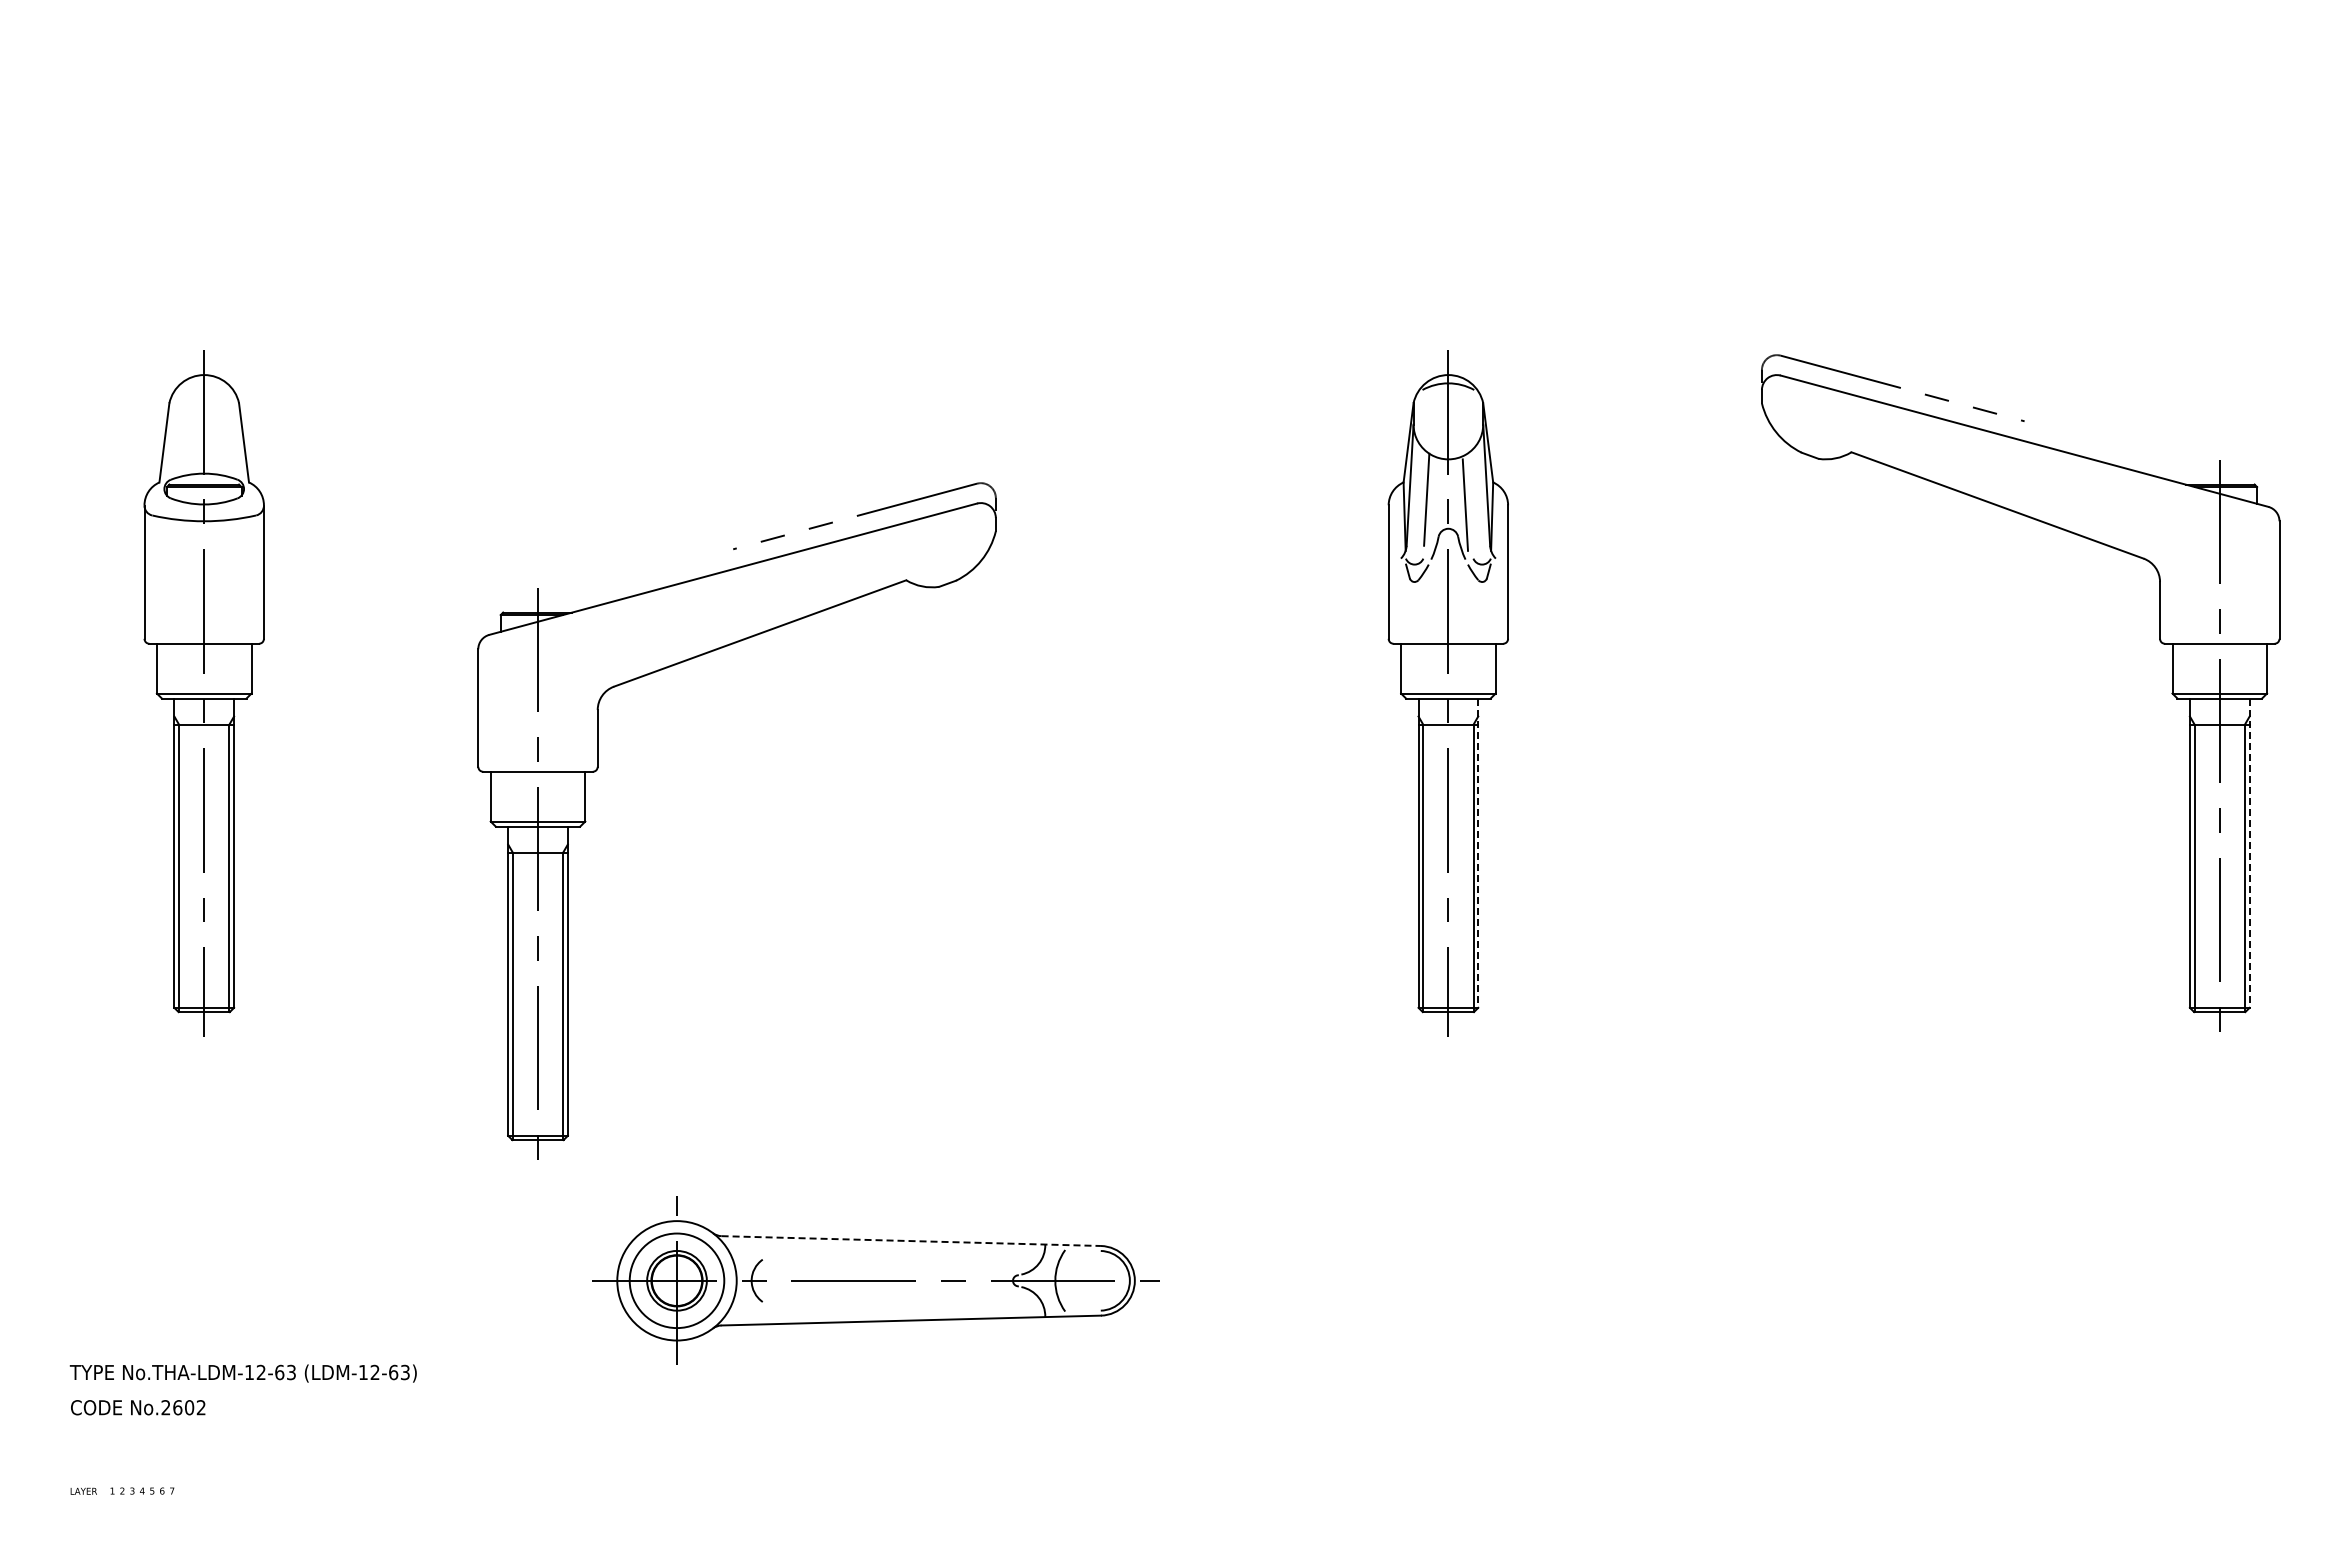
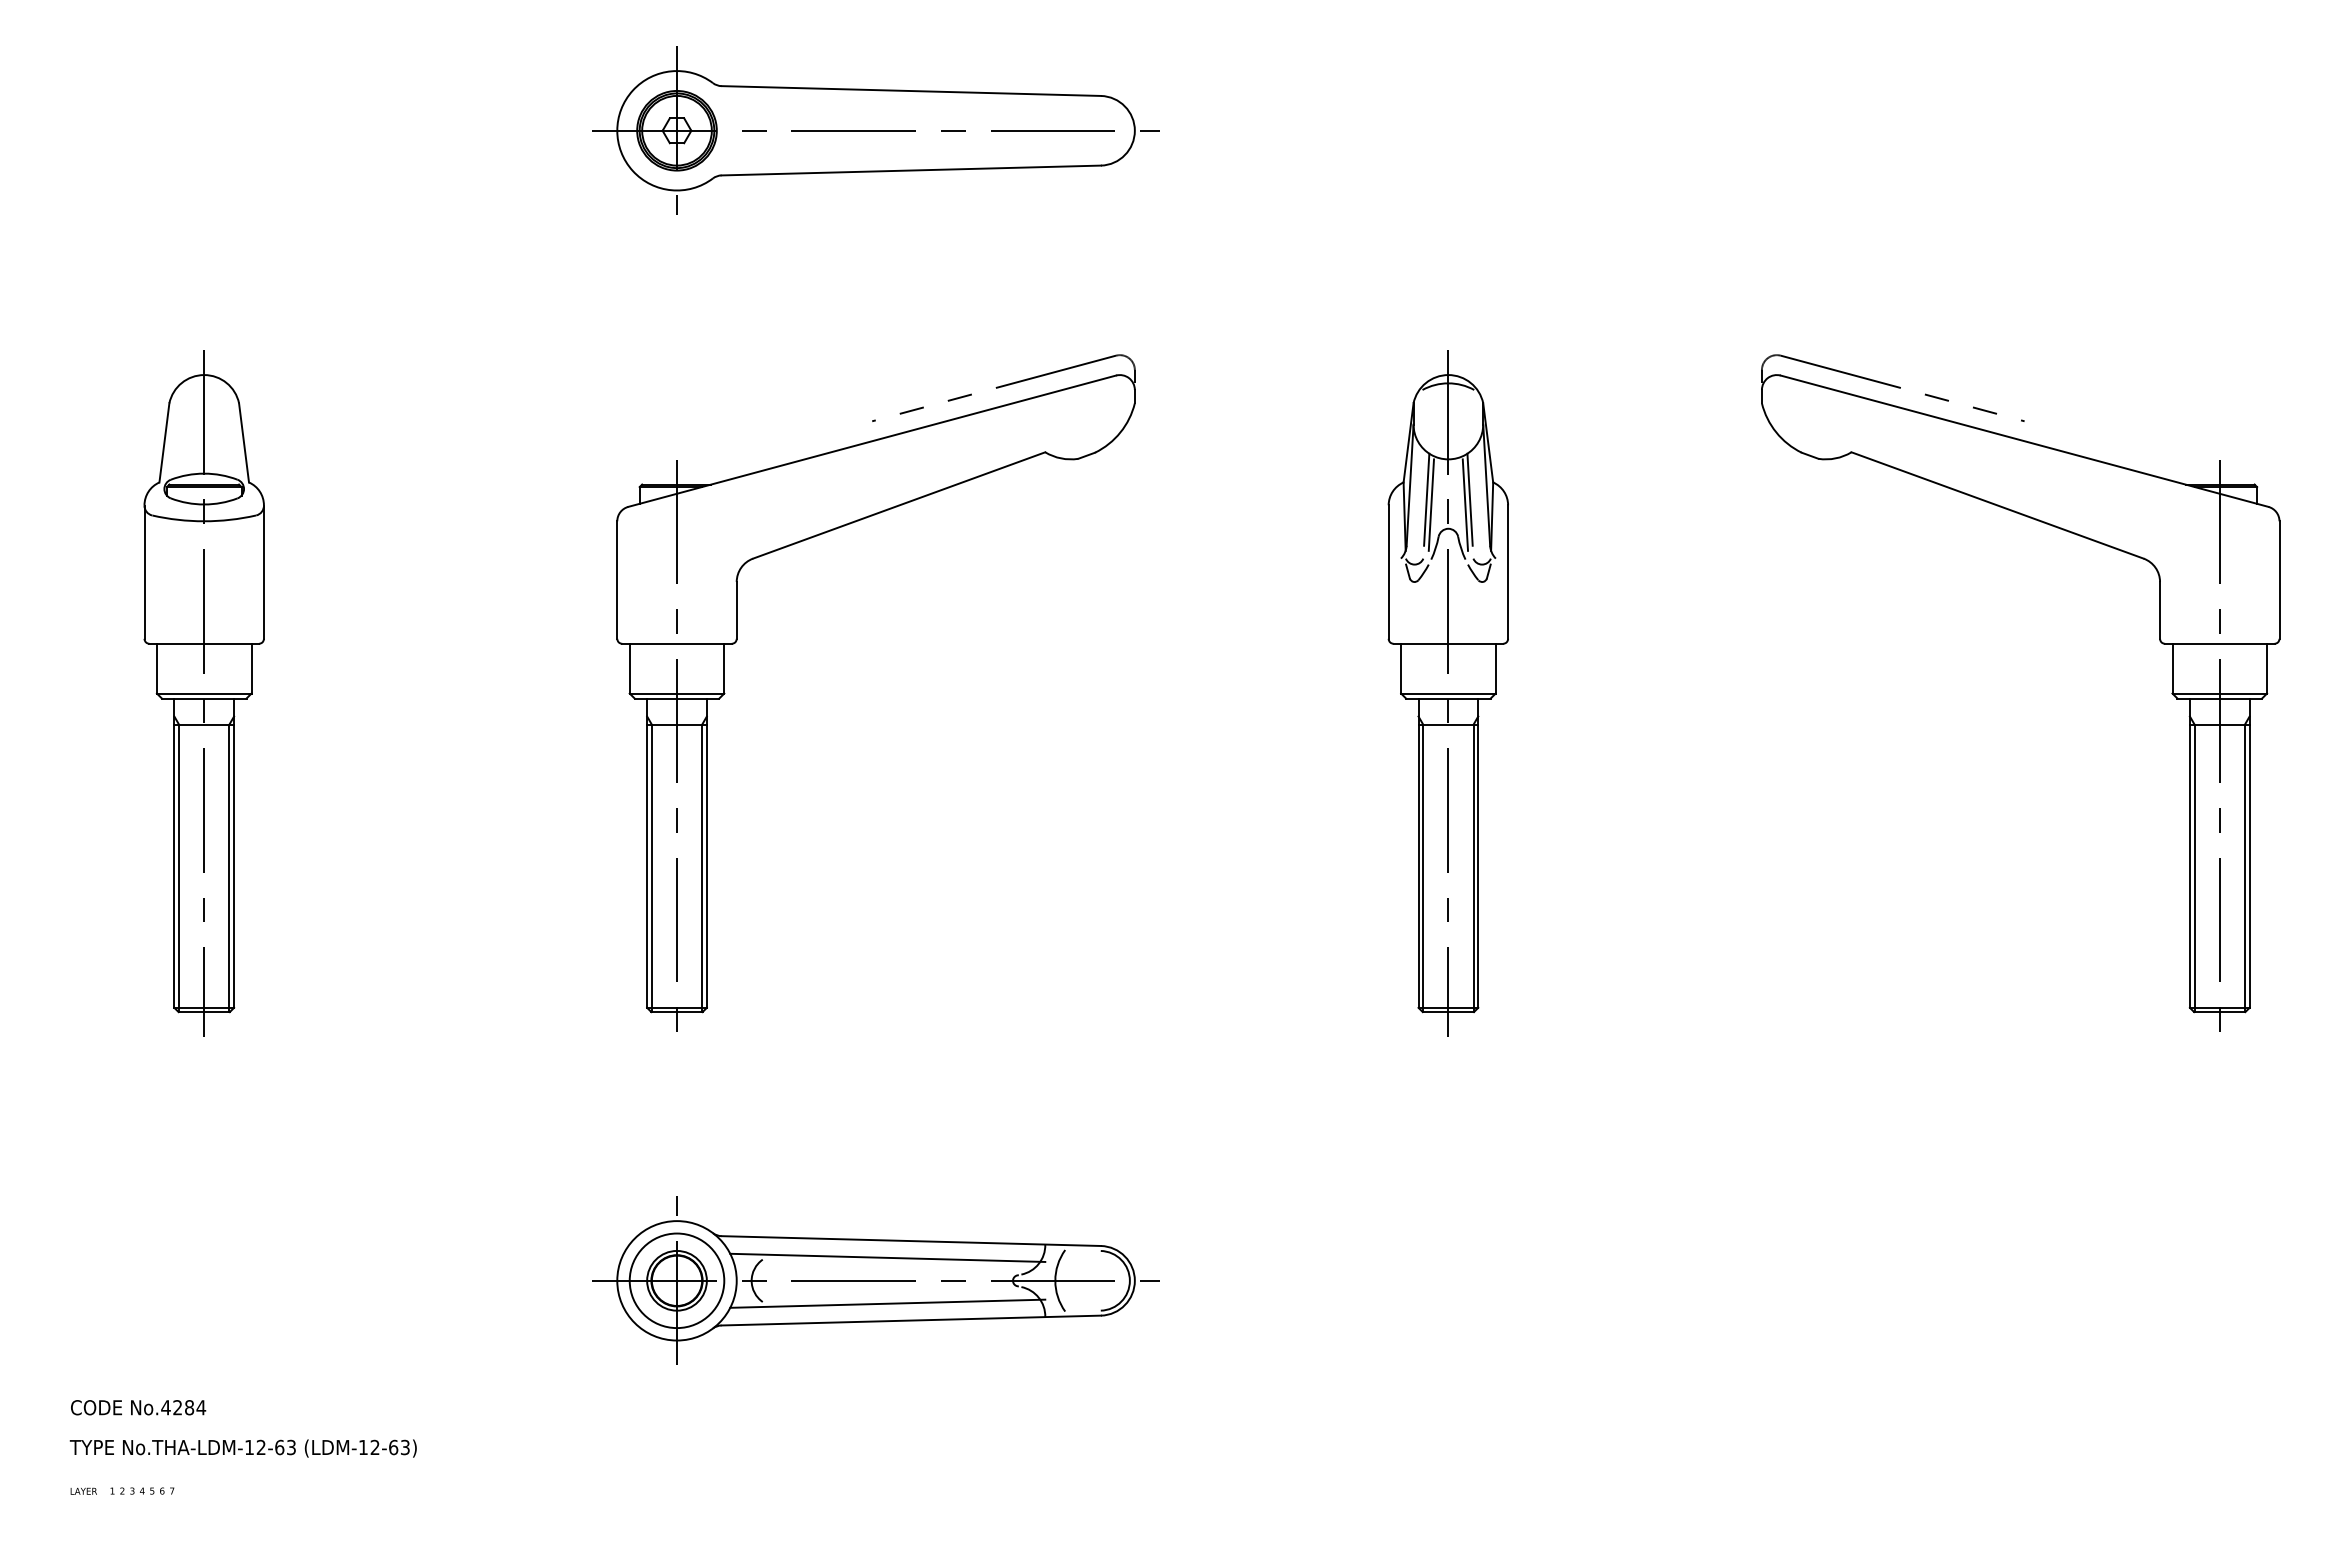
part at (875, 130): none -> present
line at (1469, 499): none -> present
line at (1431, 504): none -> present
part at (598, 768) position: (598, 768) -> (737, 640)
line at (1478, 853): dashed -> solid
line at (2249, 853): dashed -> solid
line at (911, 1241): dashed -> solid
line at (887, 1257): none -> present
line at (887, 1303): none -> present
text at (242, 1373) position: (242, 1373) -> (242, 1448)
text at (183, 1407): No.2602 -> No.4284
